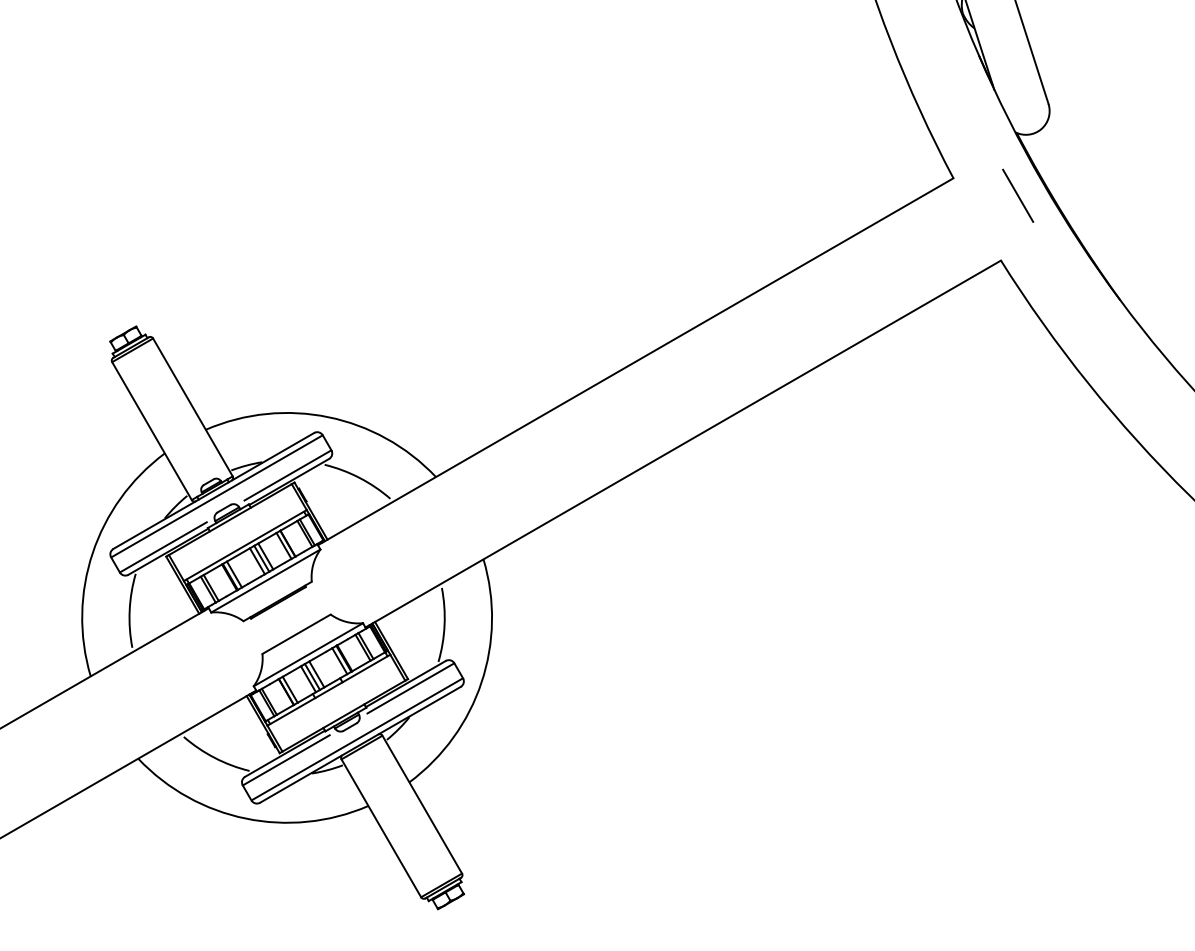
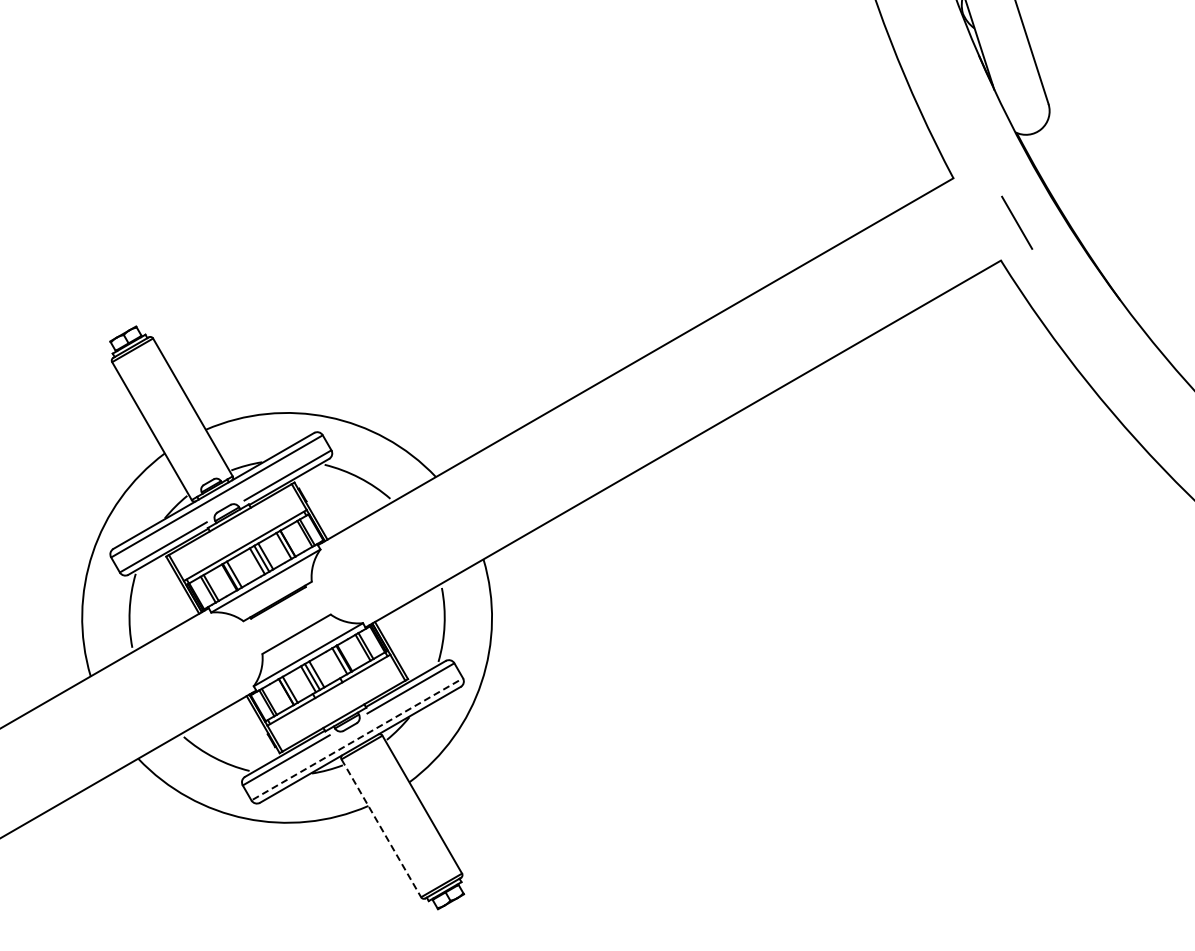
line at (1018, 195) position: (1018, 195) -> (1017, 222)
line at (357, 739): solid -> dashed
line at (381, 828): solid -> dashed
